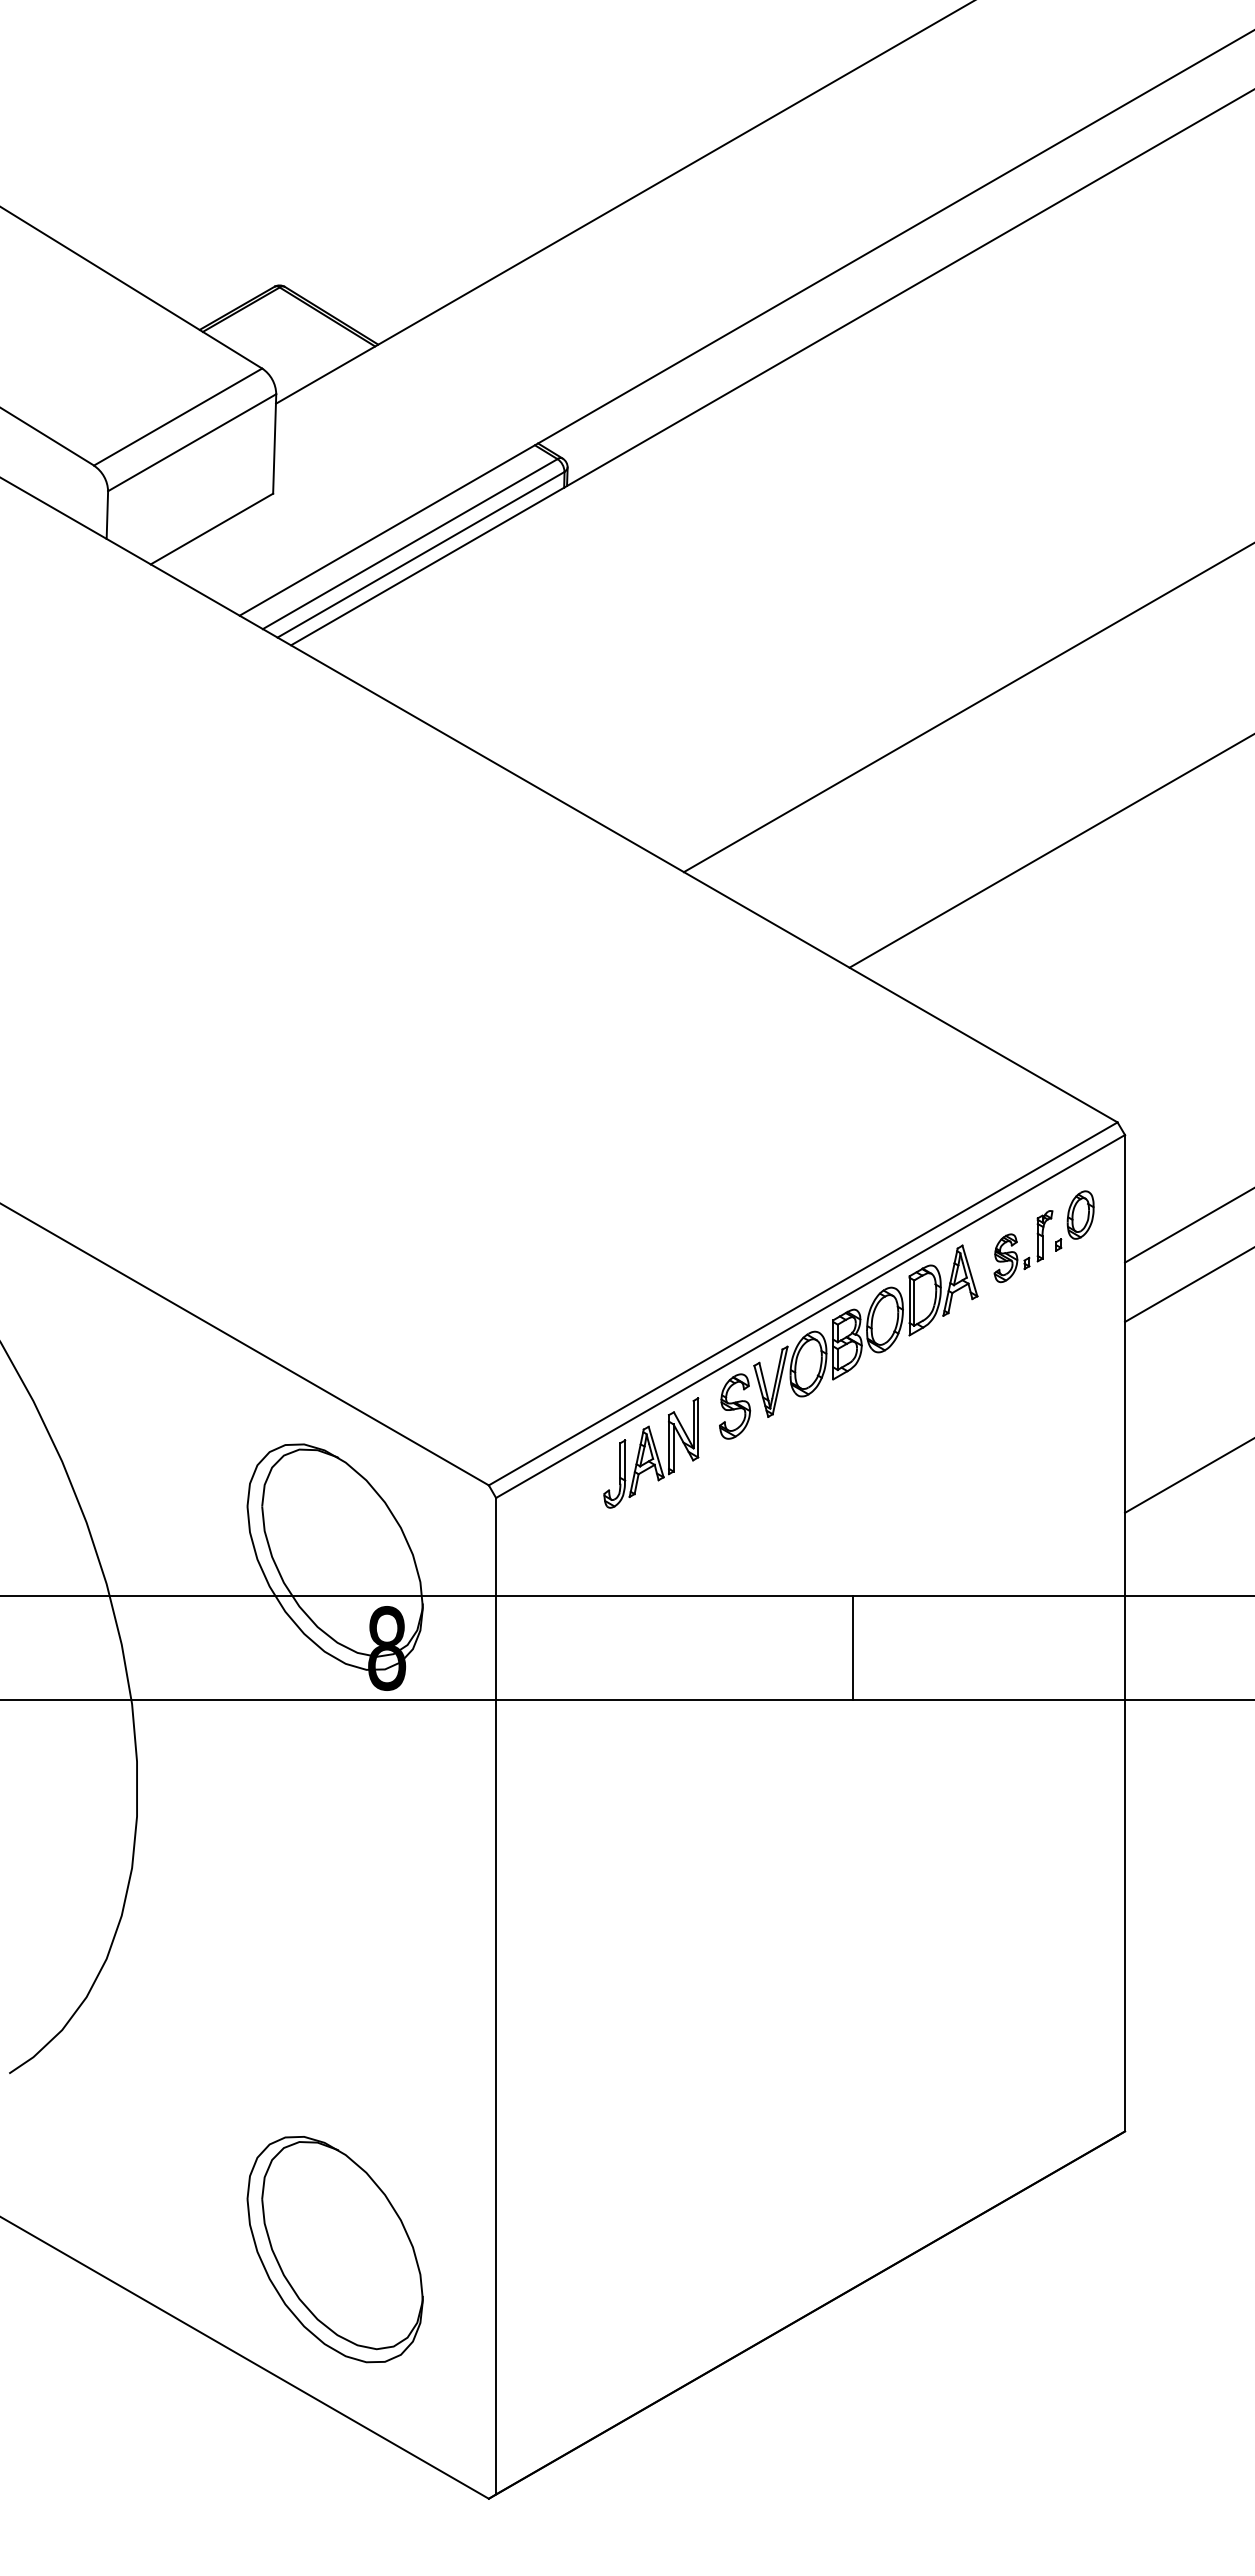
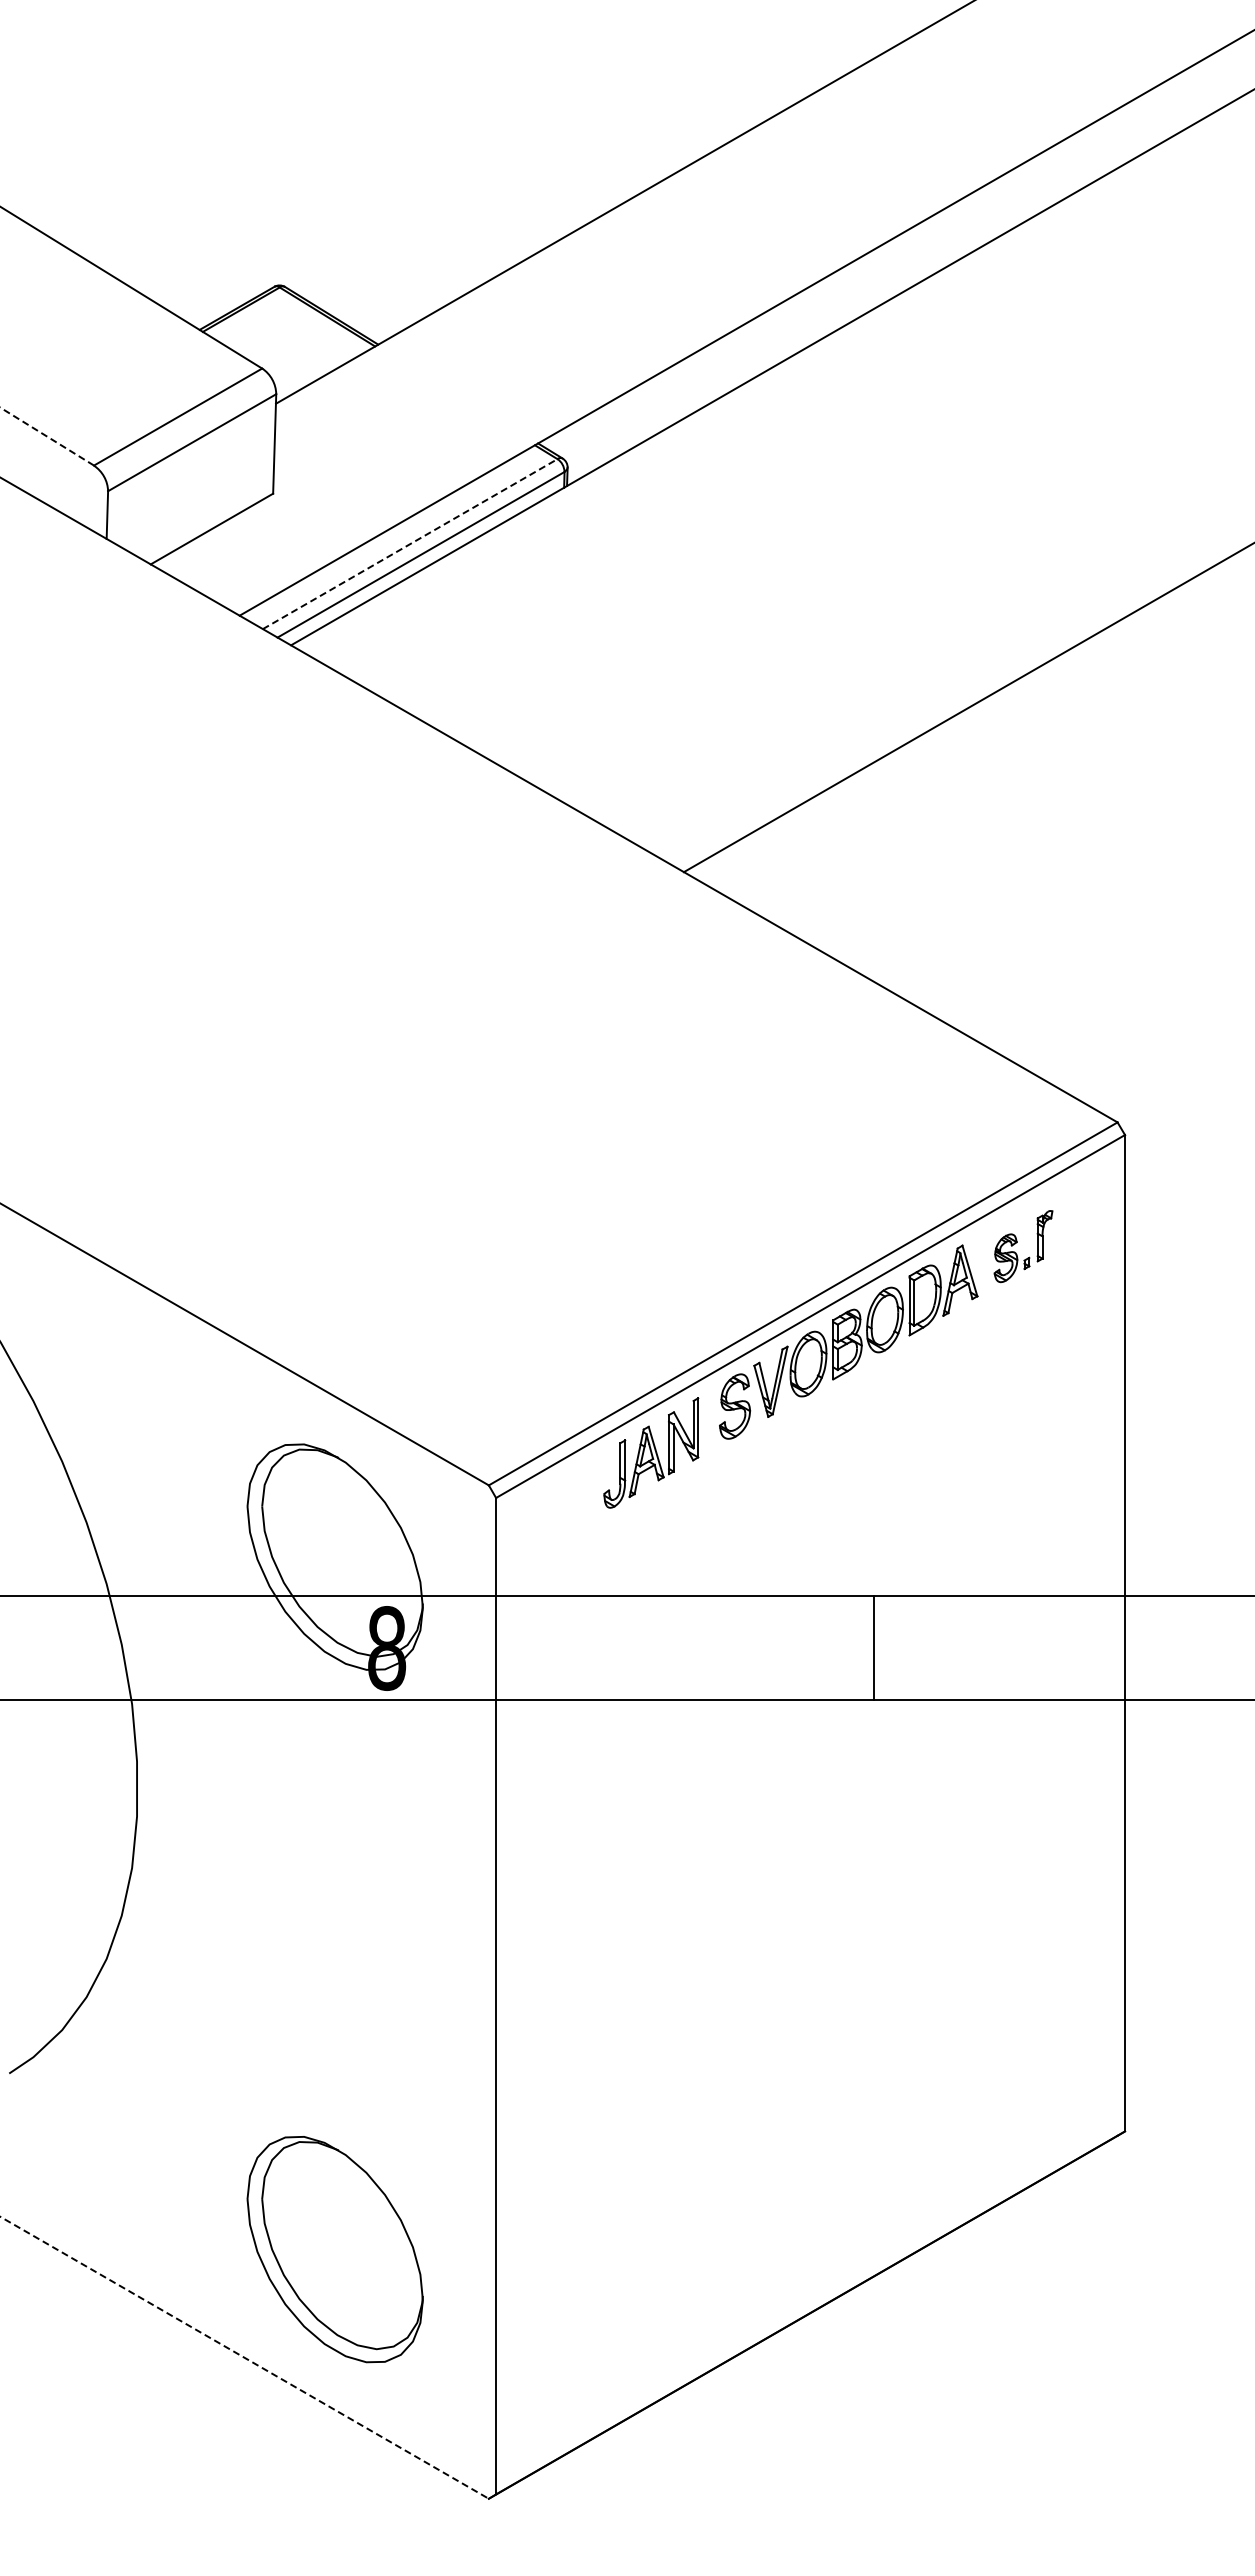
line at (47, 436): solid -> dashed
line at (410, 543): solid -> dashed
line at (1050, 851): present -> none
part at (1074, 1220): present -> none
line at (1188, 1225): present -> none
line at (1188, 1284): present -> none
line at (1188, 1475): present -> none
line at (853, 1647) position: (853, 1647) -> (874, 1647)
line at (244, 2357): solid -> dashed
